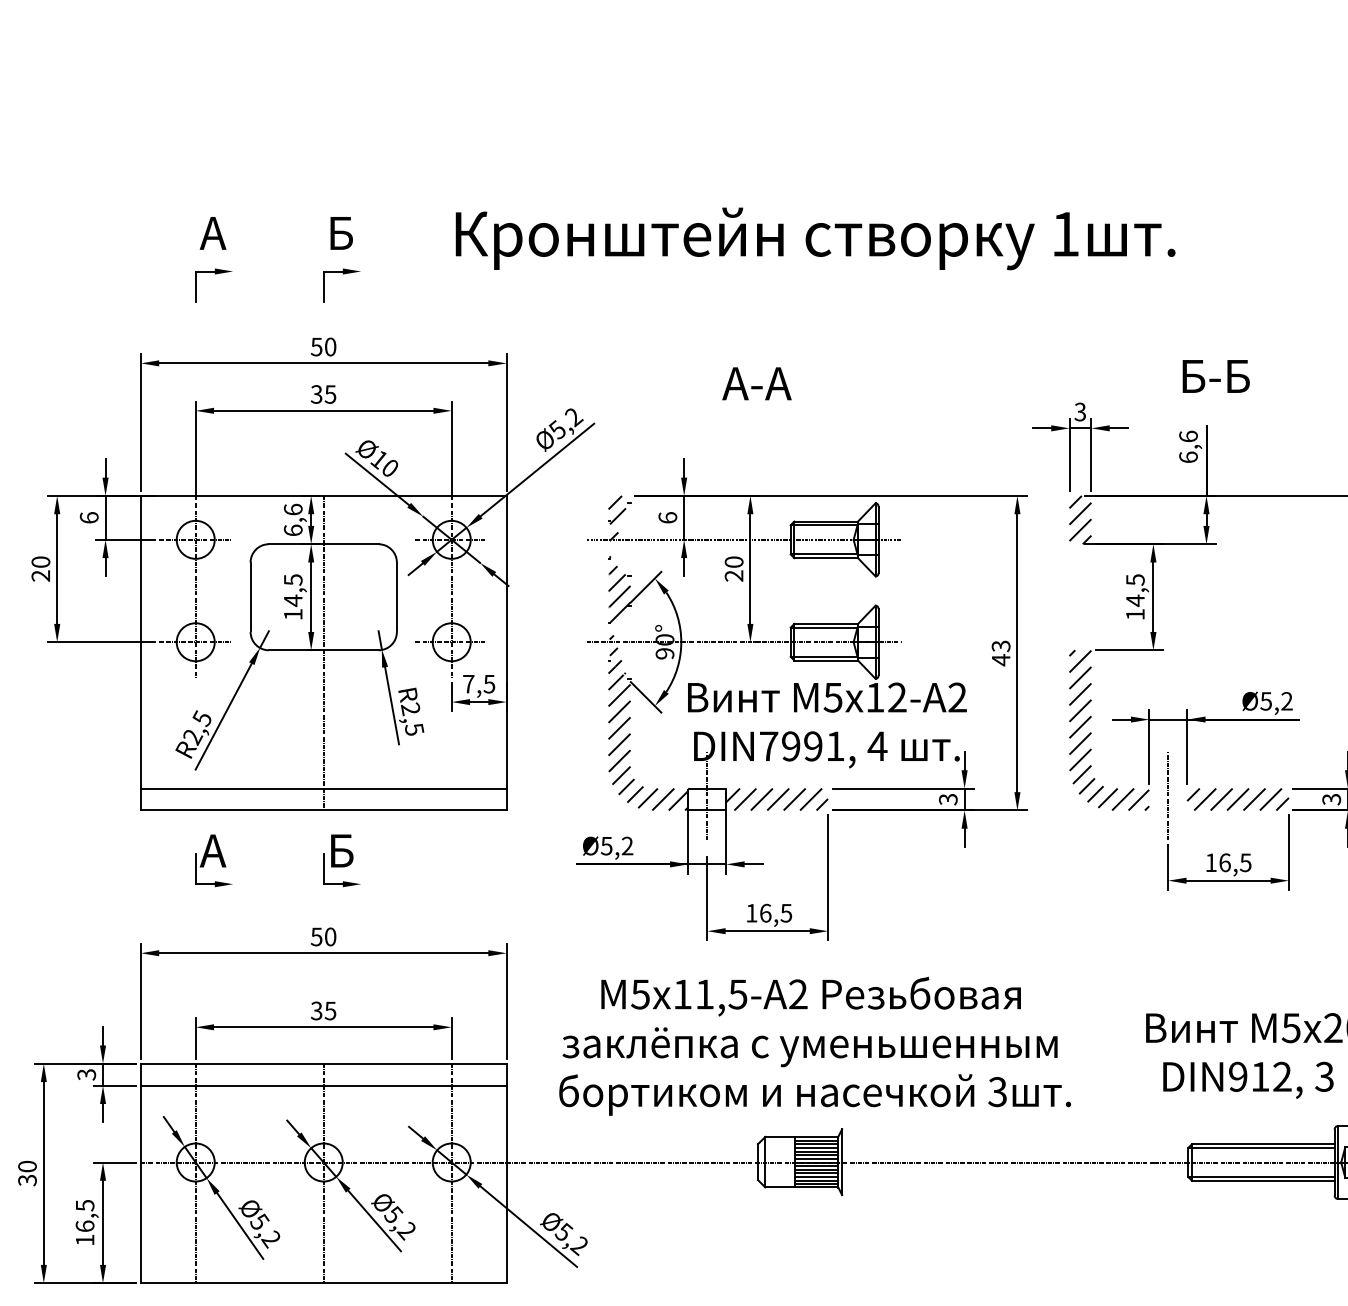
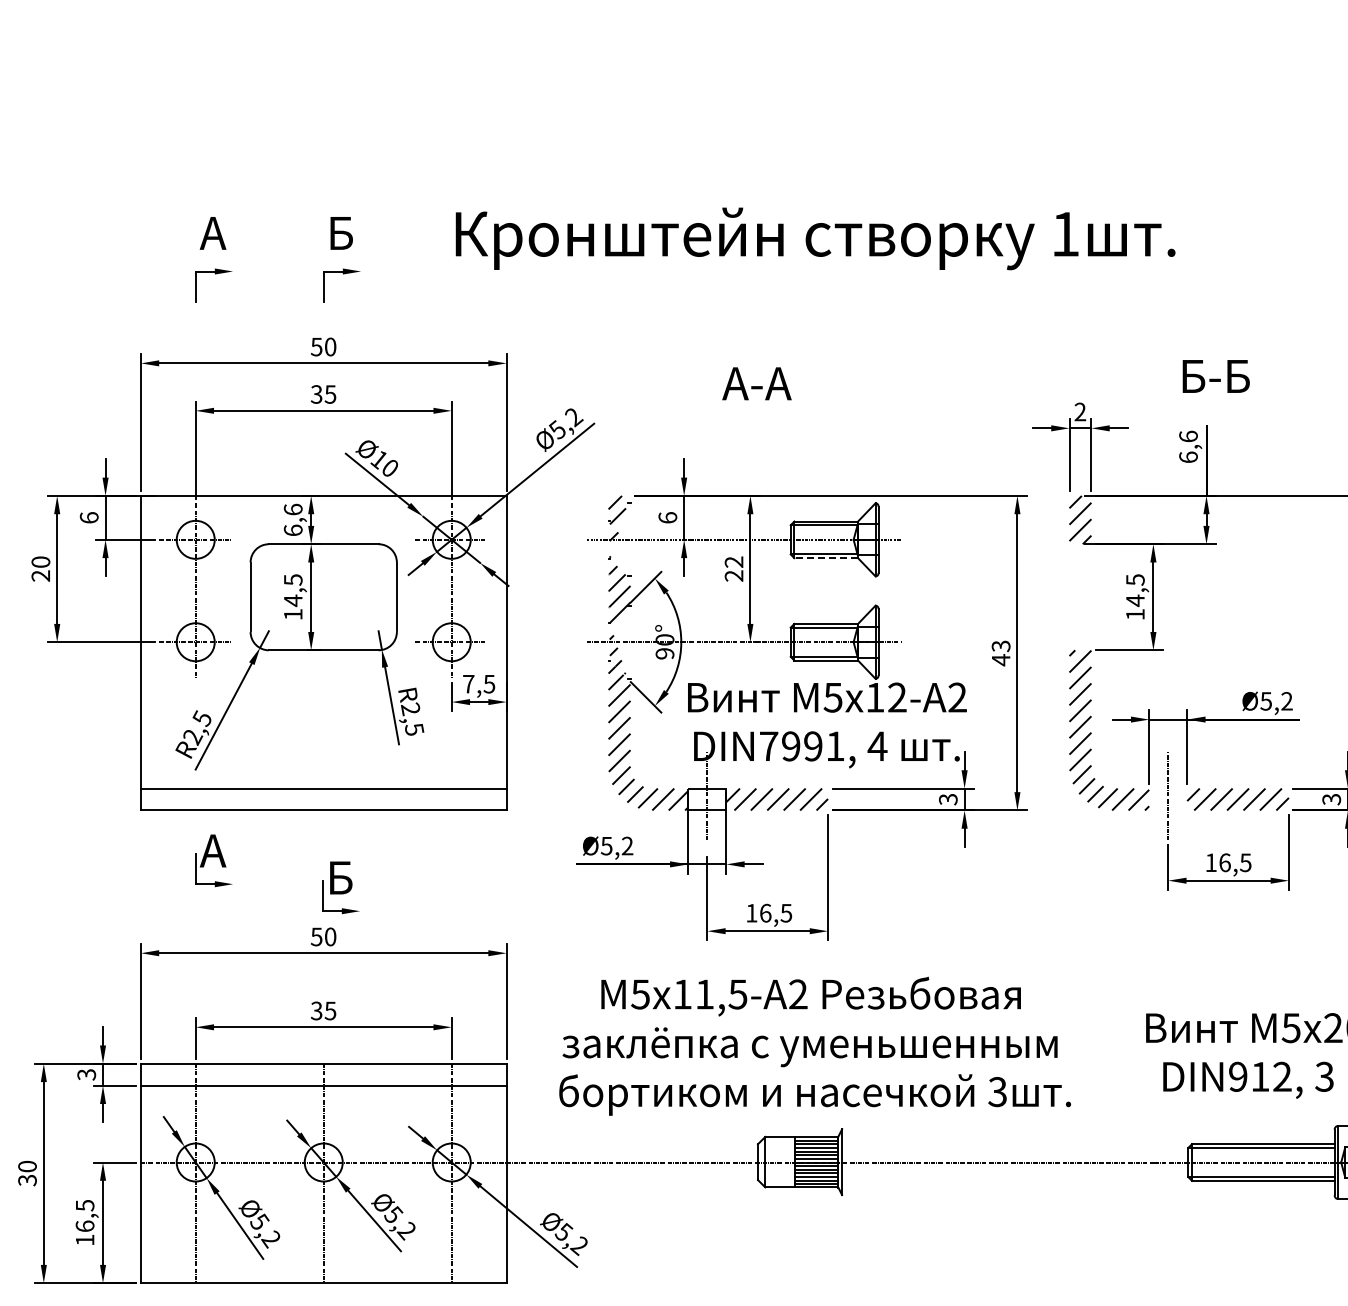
text at (1080, 412): 3 -> 2
line at (826, 558): solid -> dashed
text at (733, 561): 20 -> 22
line at (323, 652): present -> none
part at (341, 860) position: (341, 860) -> (340, 887)
